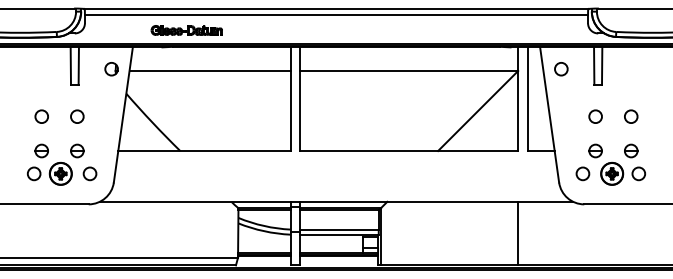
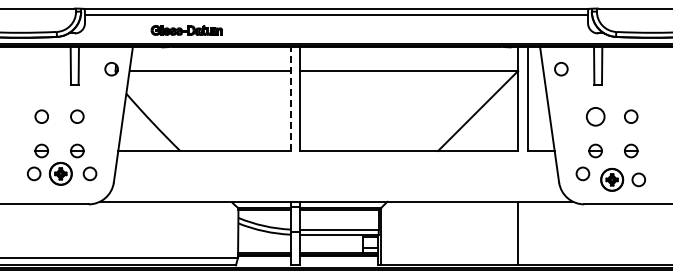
line at (290, 98): solid -> dashed
circle at (595, 116) size: 15x15 px -> 20x20 px
part at (623, 173) position: (623, 173) -> (623, 179)
